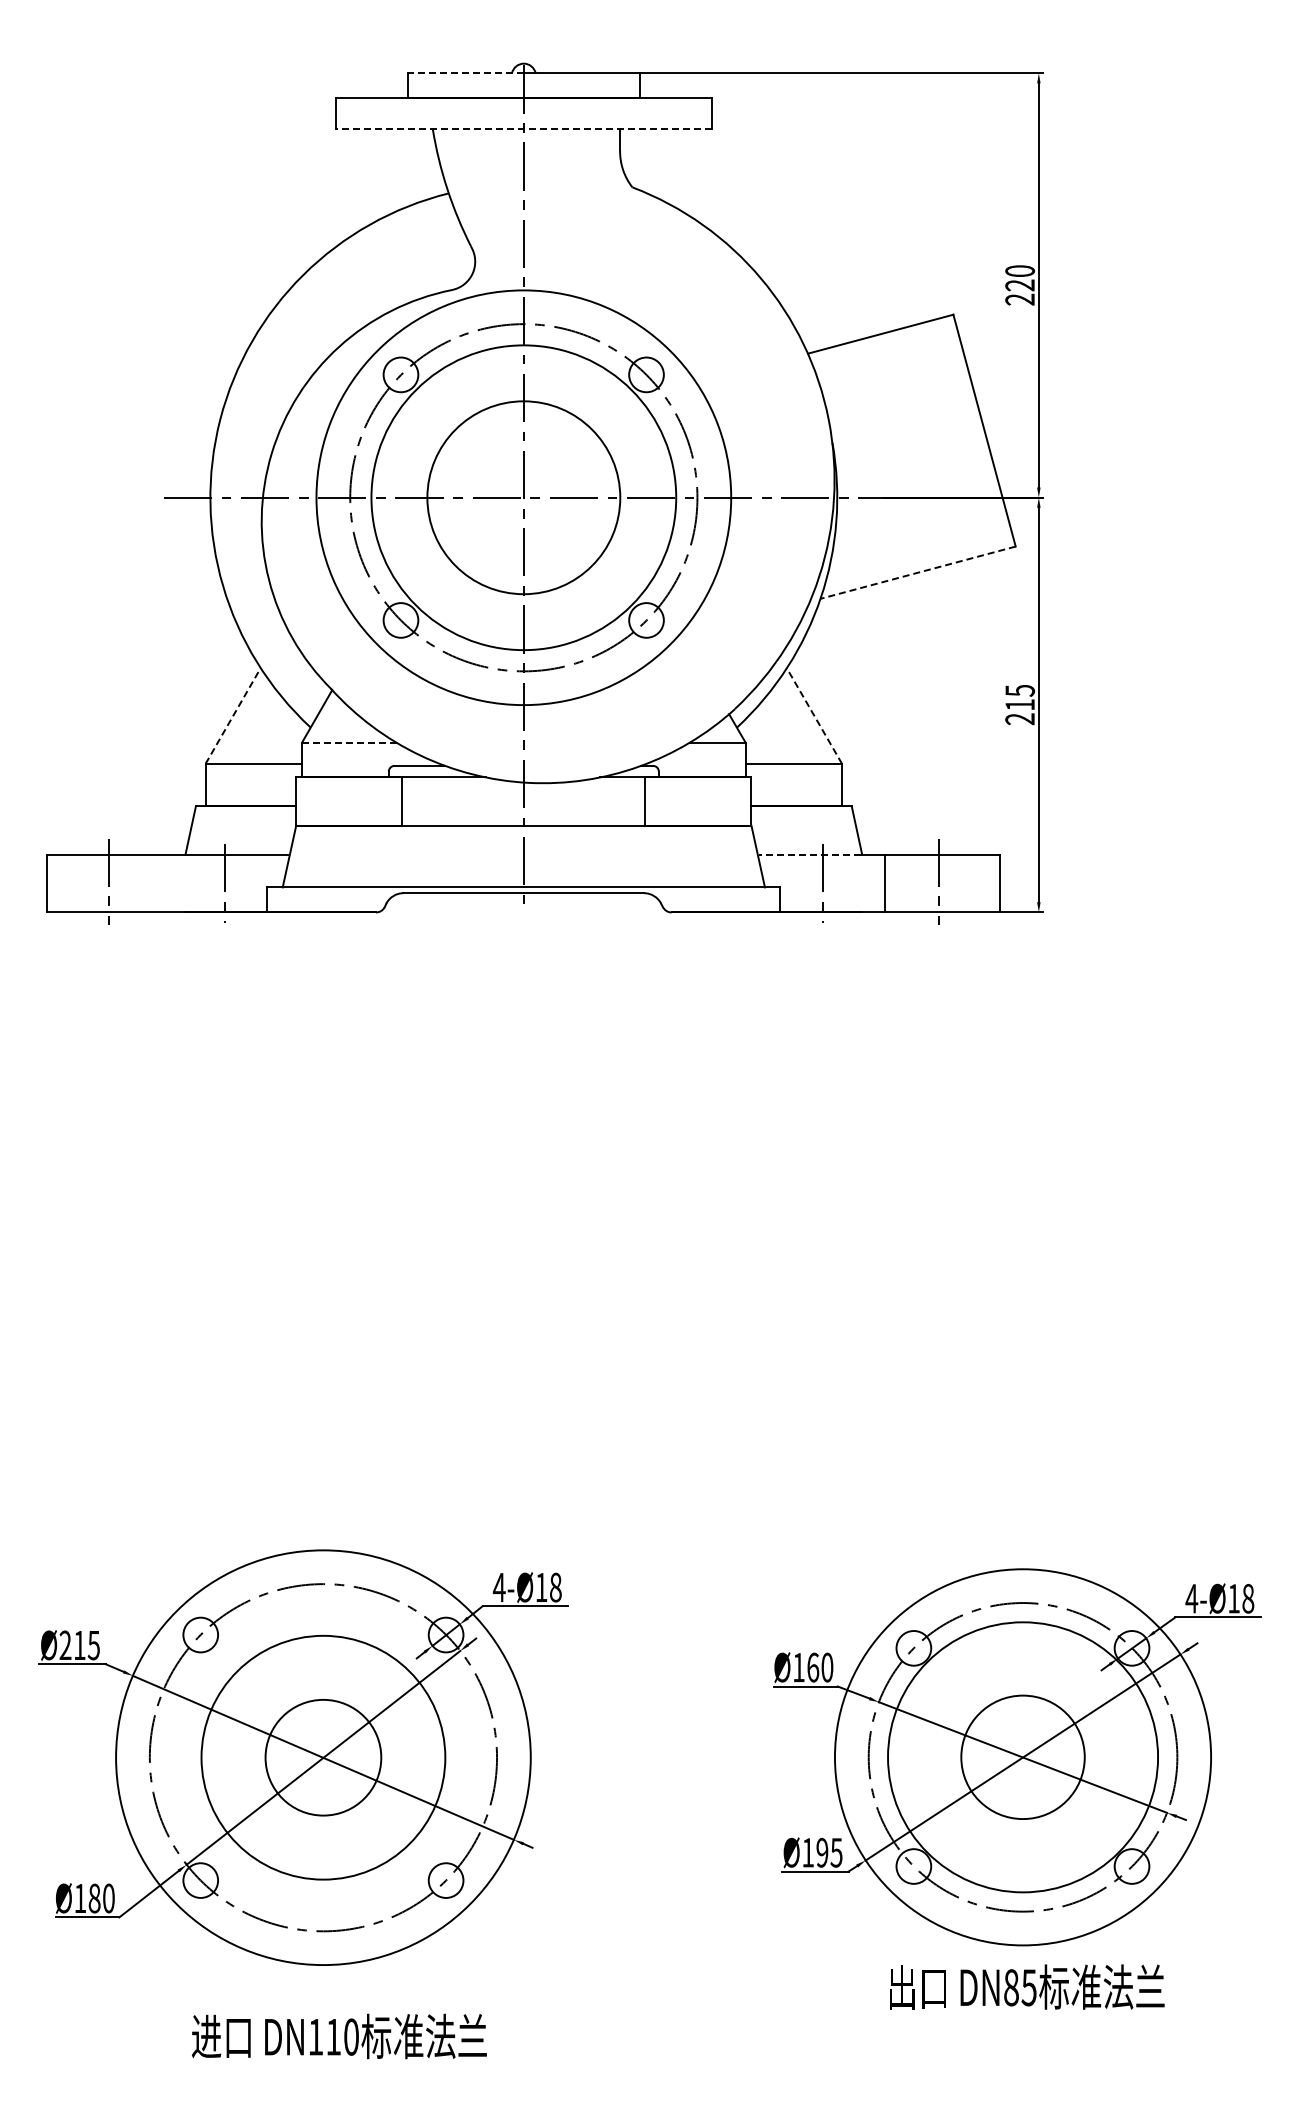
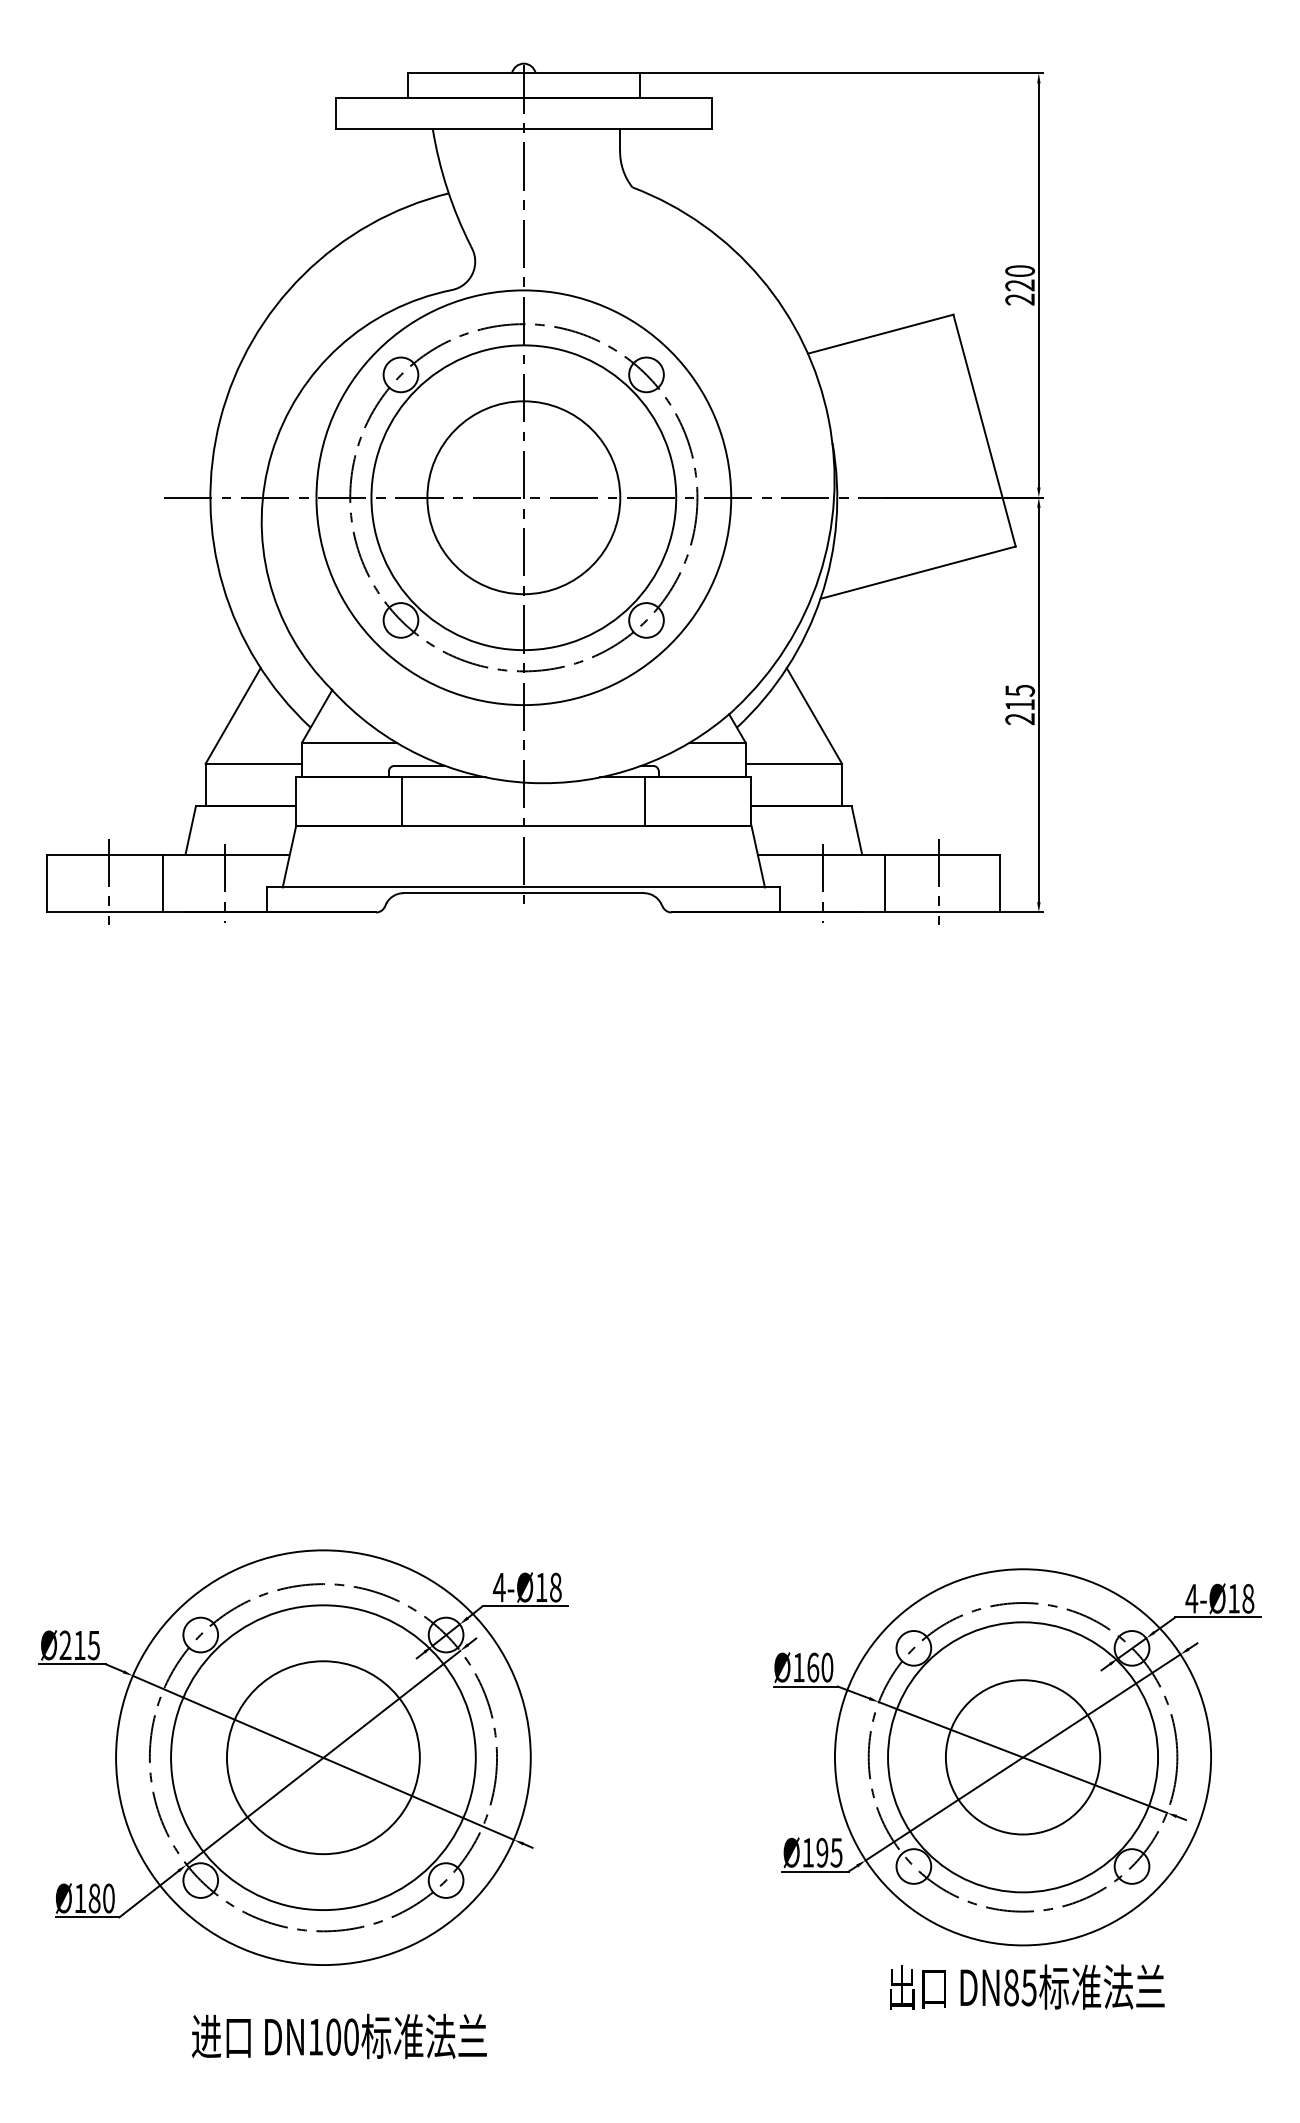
line at (465, 73): dashed -> solid
line at (523, 129): dashed -> solid
line at (917, 572): dashed -> solid
line at (233, 715): dashed -> solid
line at (814, 715): dashed -> solid
line at (349, 742): dashed -> solid
line at (809, 854): dashed -> solid
line at (163, 883): none -> present
circle at (323, 1757) diameter: 116 px -> 193 px
circle at (323, 1757) diameter: 244 px -> 305 px
circle at (1022, 1757) diameter: 123 px -> 154 px
text at (333, 2036): DN110 -> DN100
